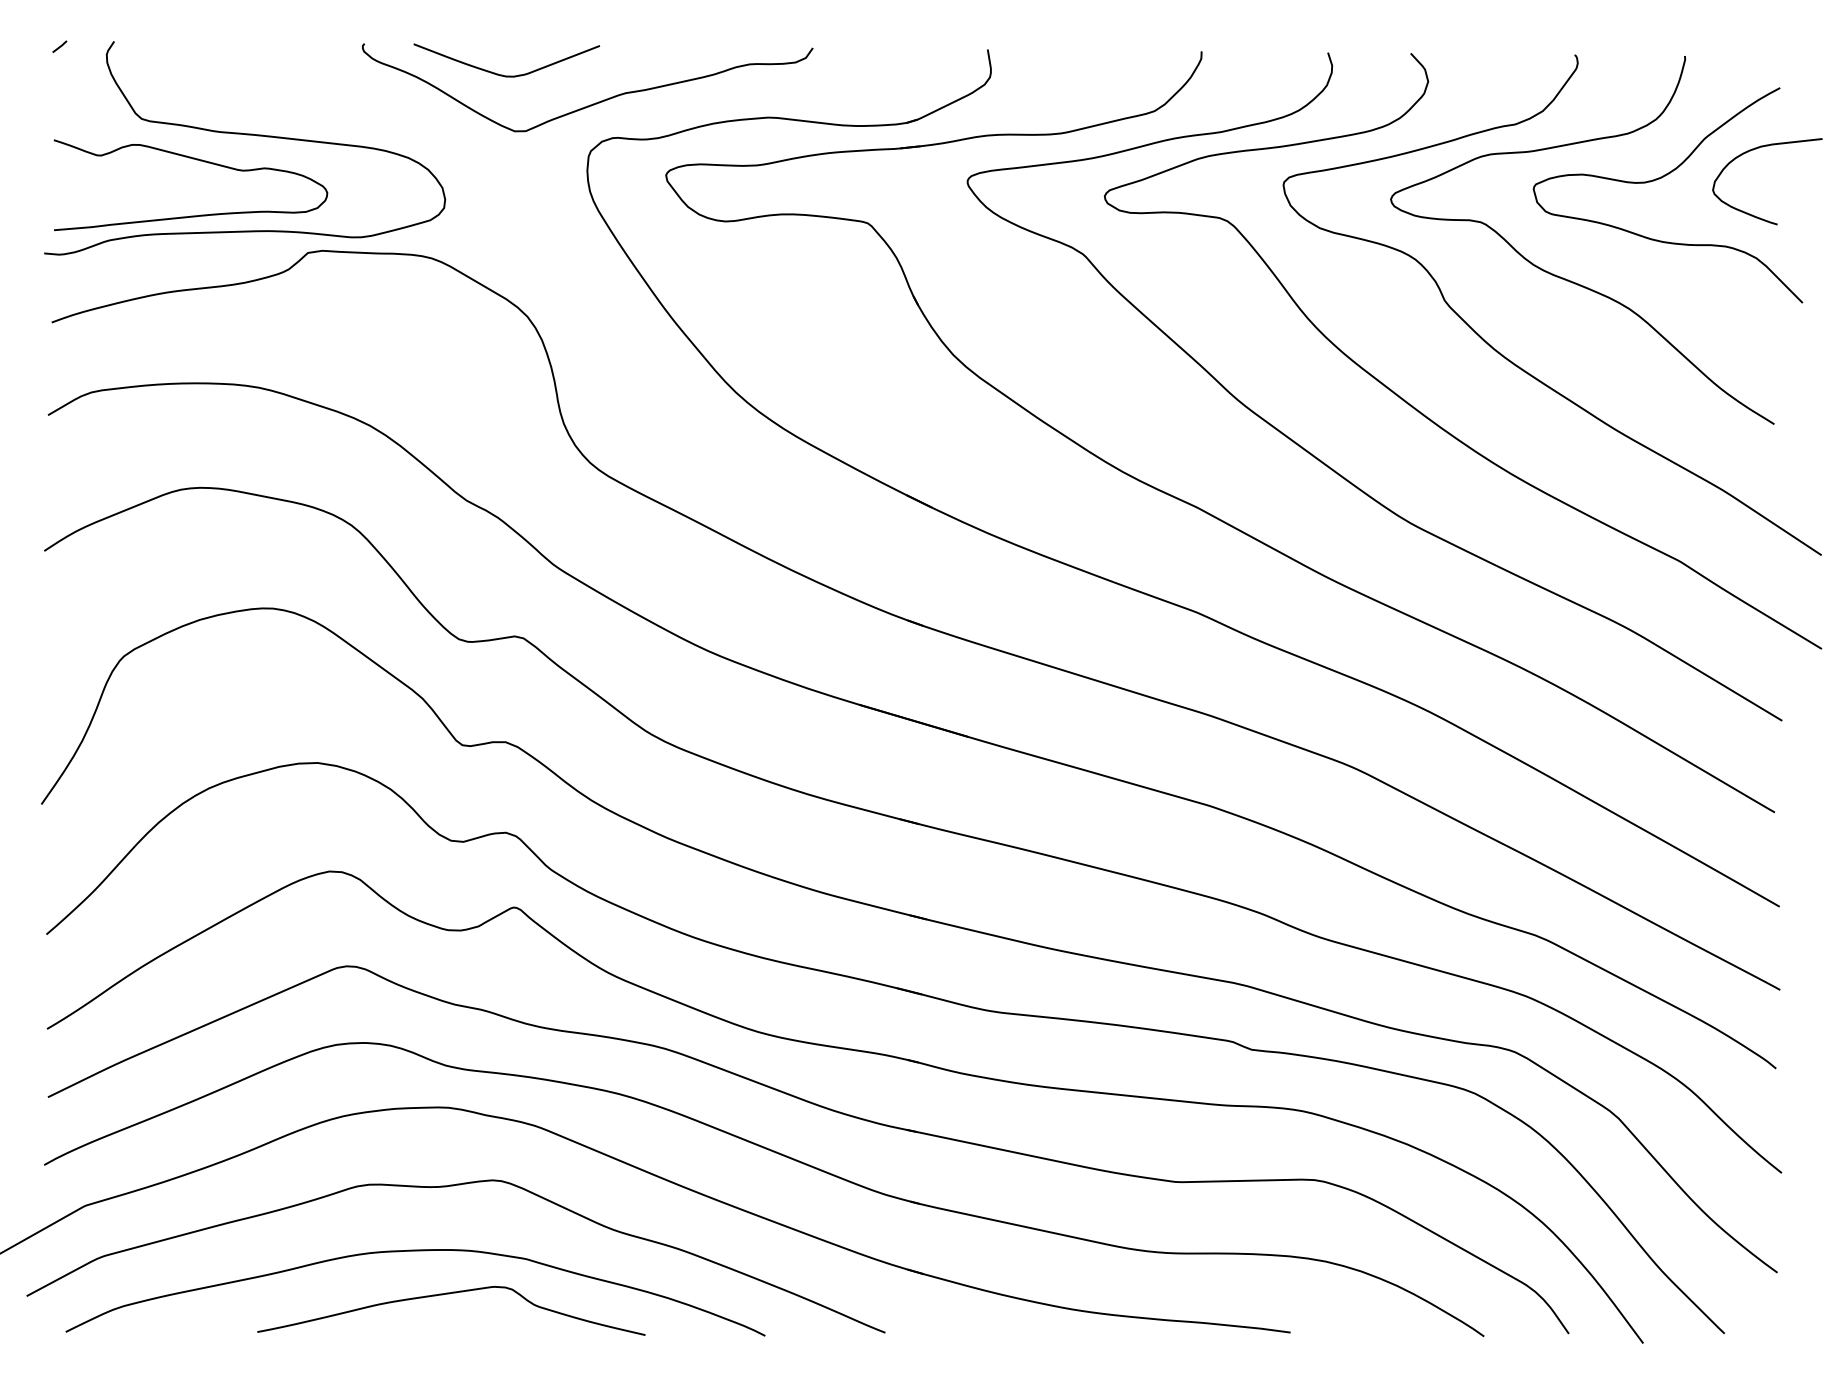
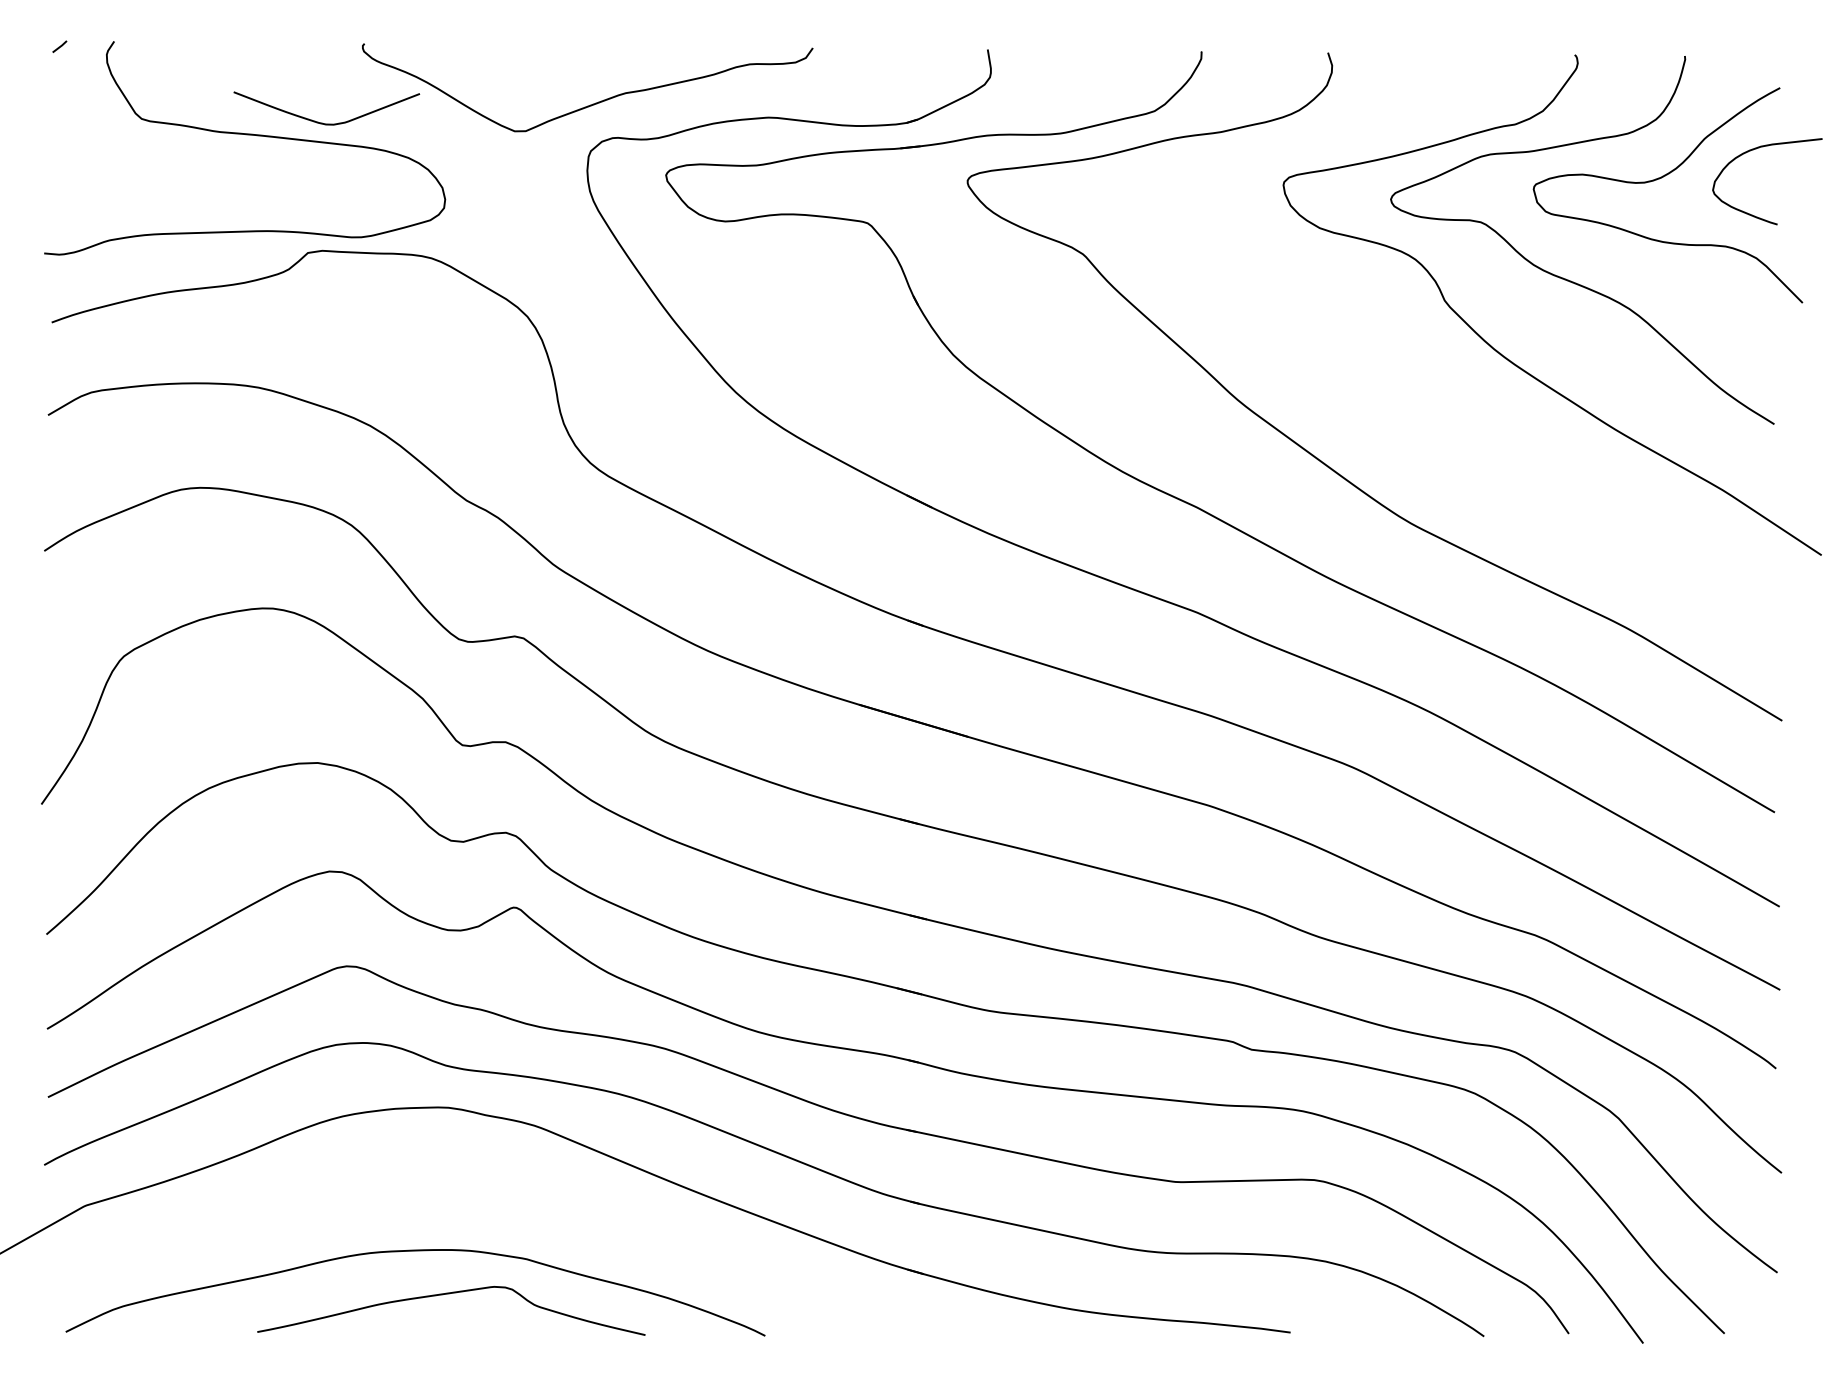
curve at (502, 74) position: (502, 74) -> (322, 122)
curve at (196, 160): present -> none
curve at (1419, 410): present -> none
curve at (446, 1187): present -> none
